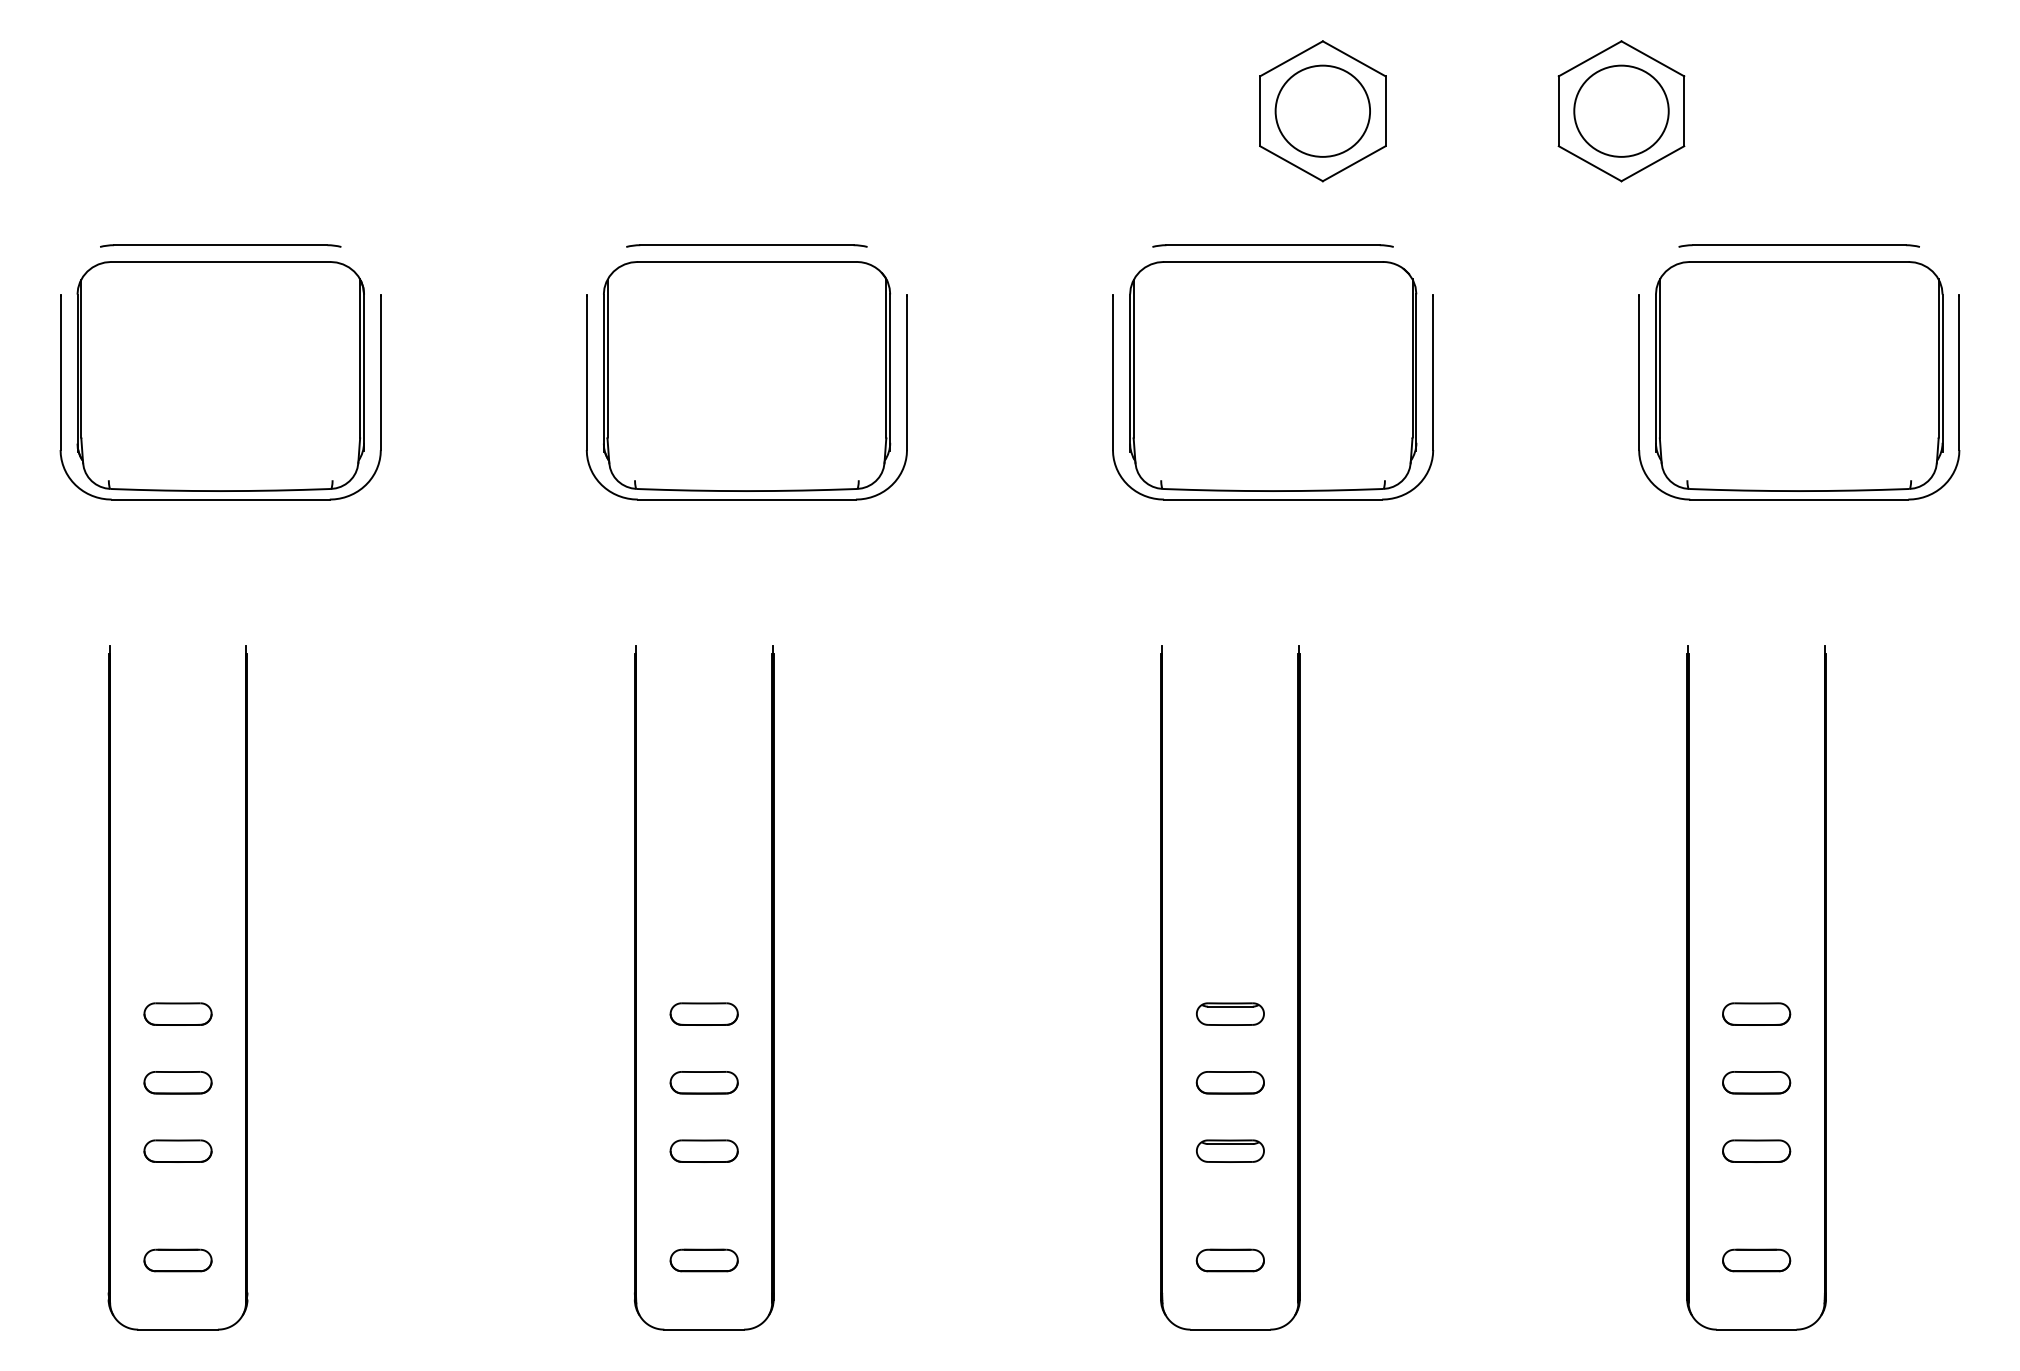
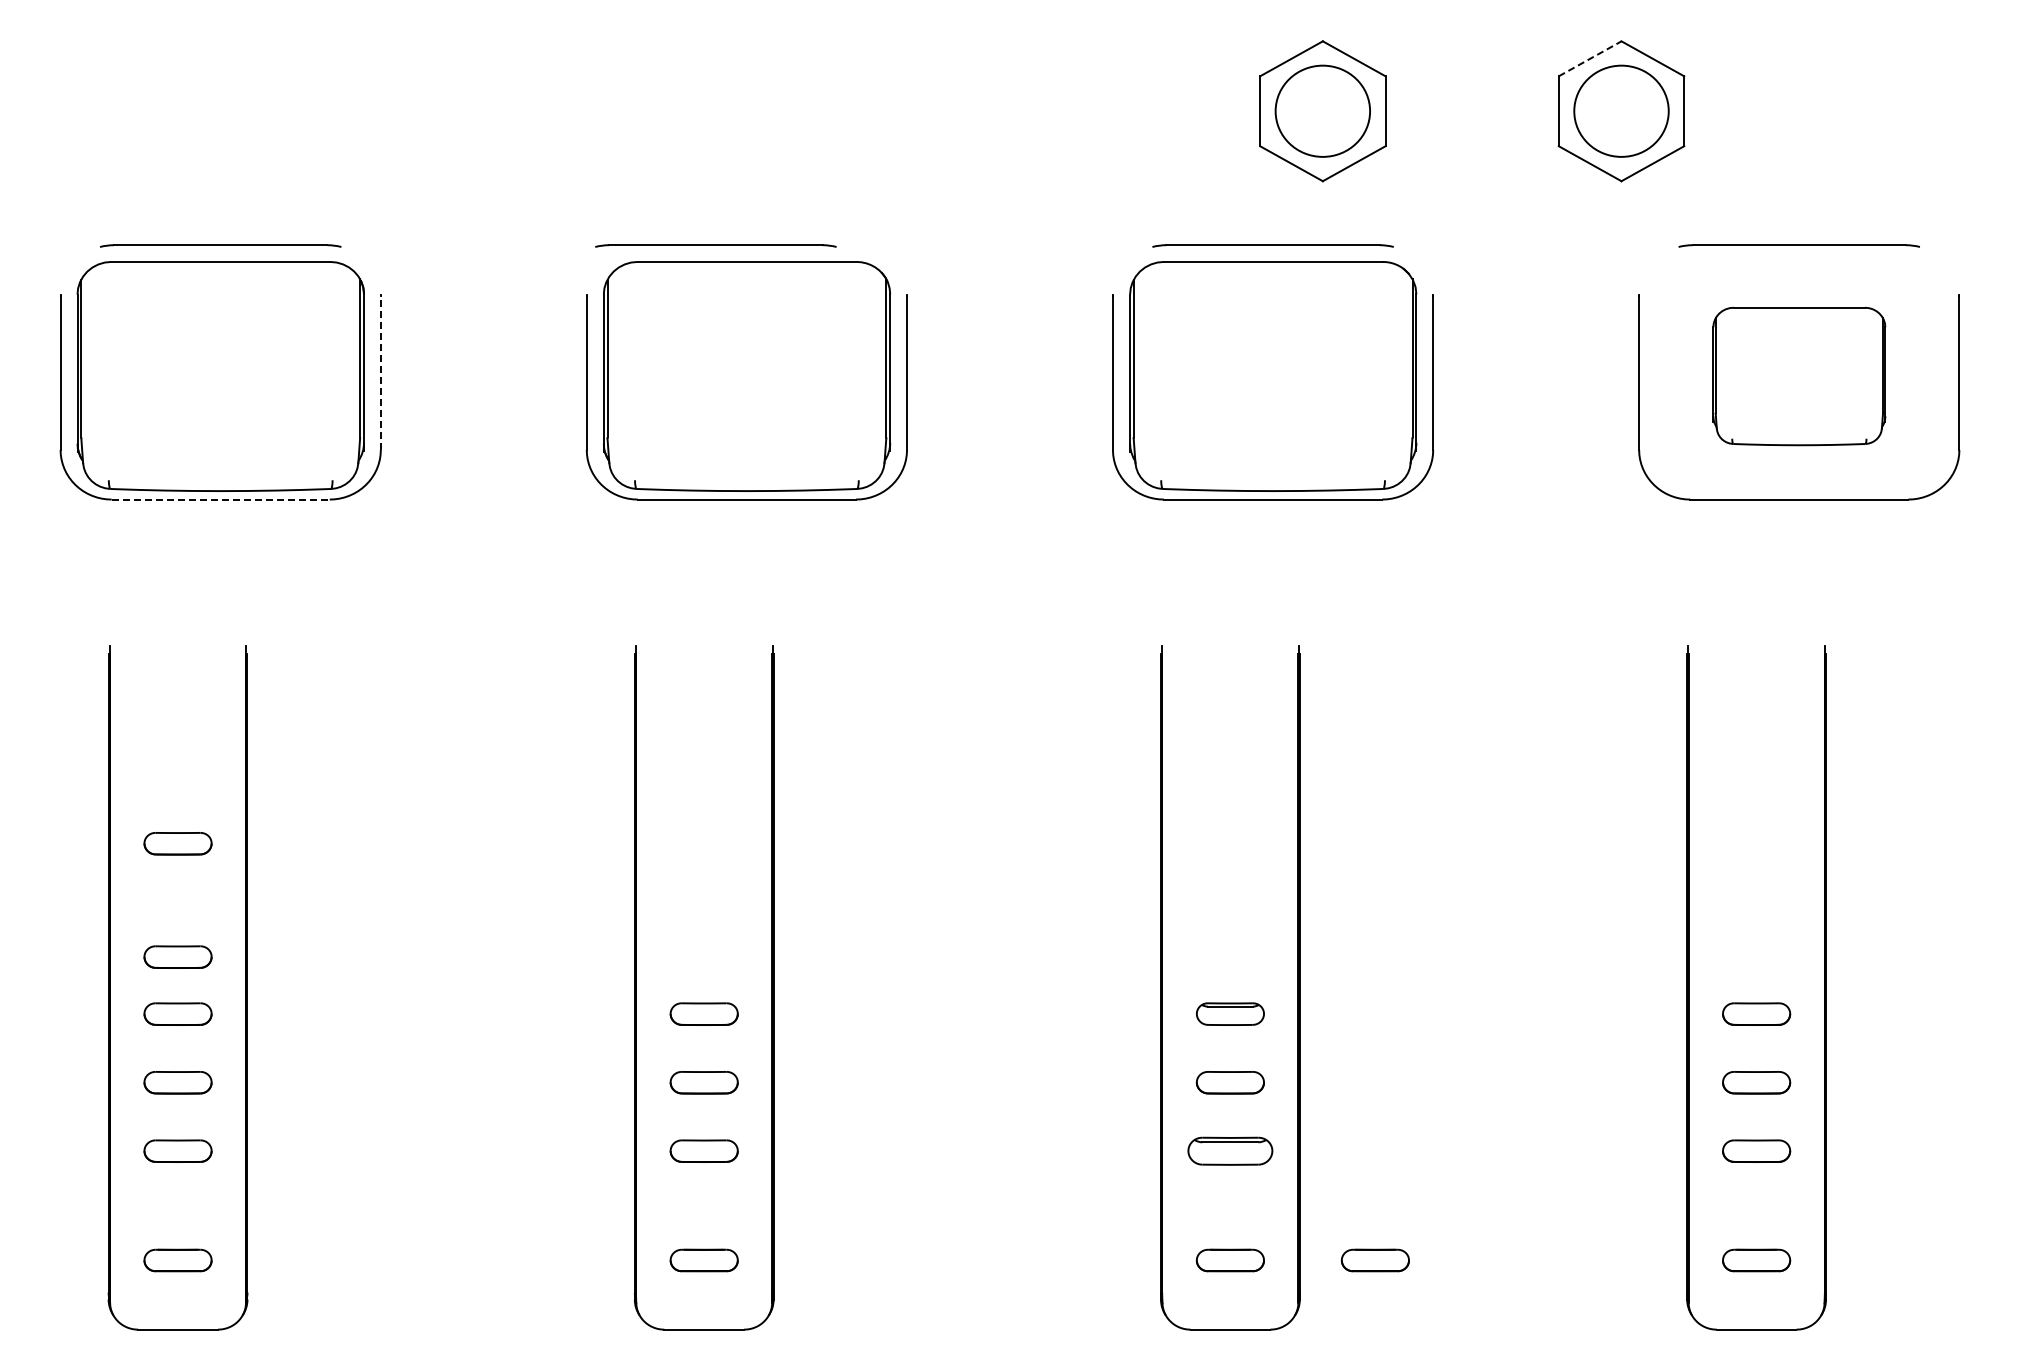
line at (1590, 58): solid -> dashed
part at (746, 245) position: (746, 245) -> (715, 245)
line at (380, 372): solid -> dashed
part at (1799, 376) size: 289x231 px -> 175x141 px
line at (221, 499): solid -> dashed
part at (177, 843): none -> present
part at (177, 956): none -> present
part at (1230, 1150) size: 69x24 px -> 87x30 px
part at (1374, 1260): none -> present
